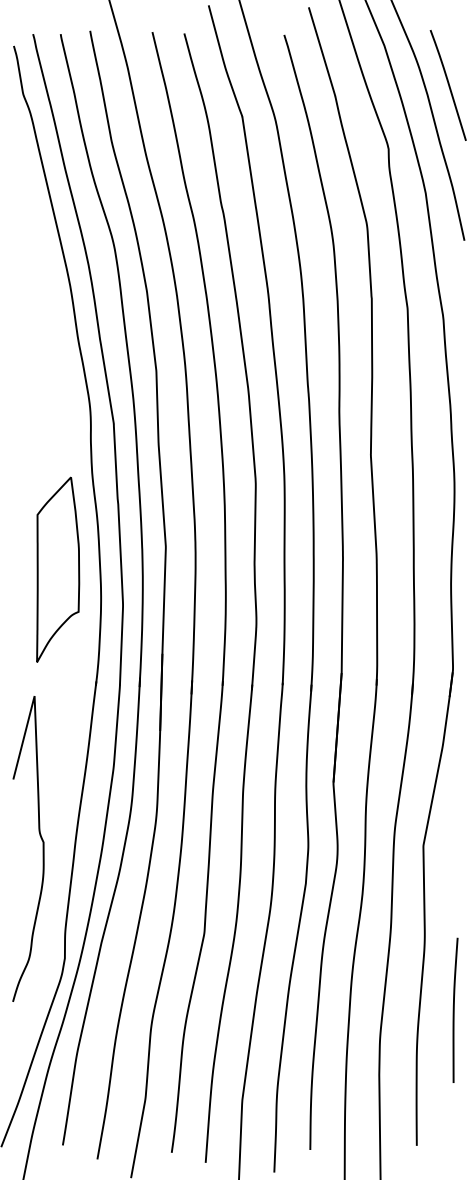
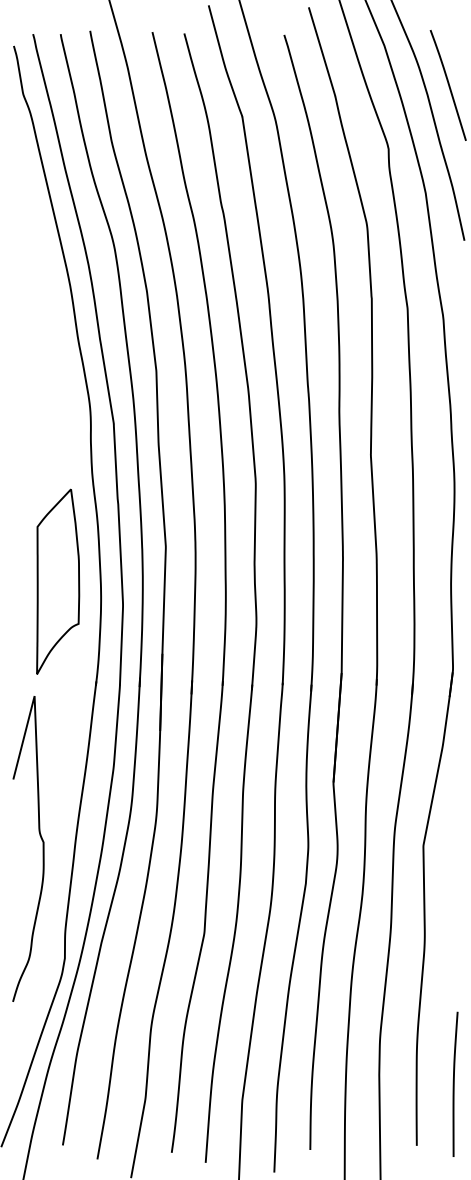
part at (58, 569) position: (58, 569) -> (58, 581)
curve at (454, 1009) position: (454, 1009) -> (454, 1083)
